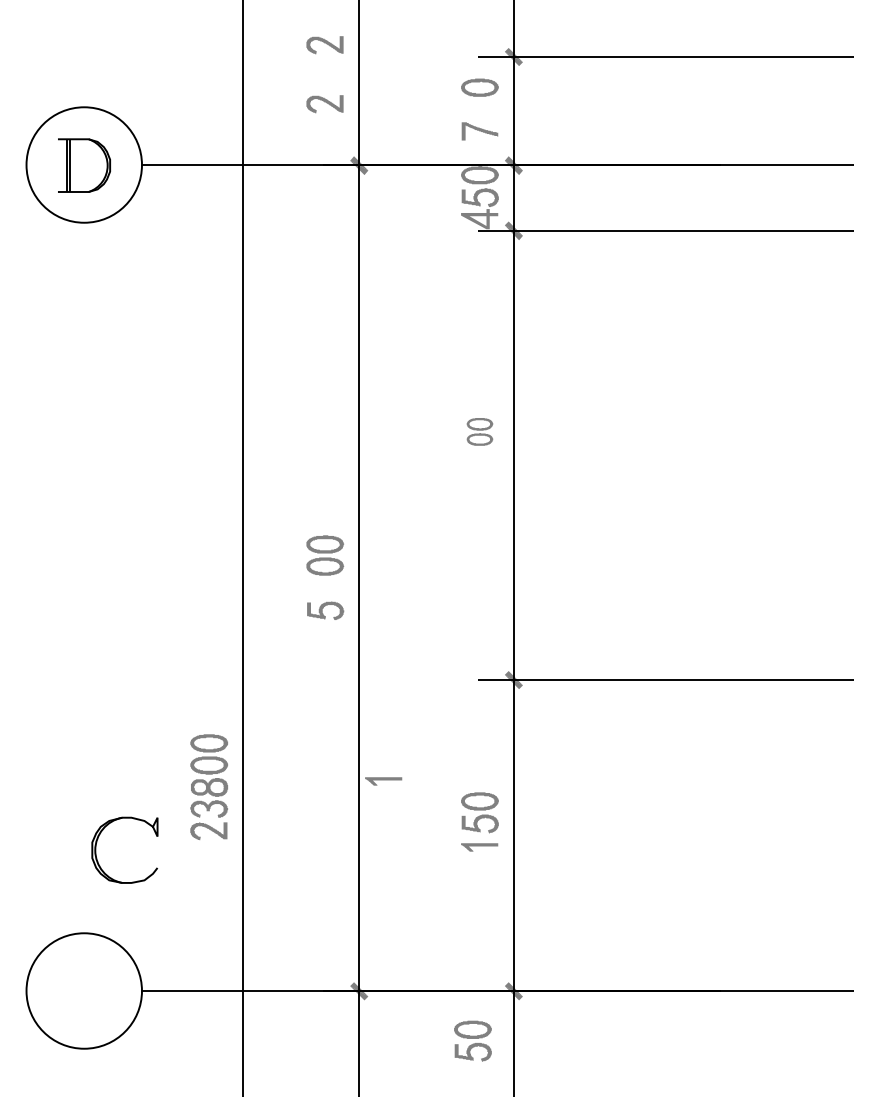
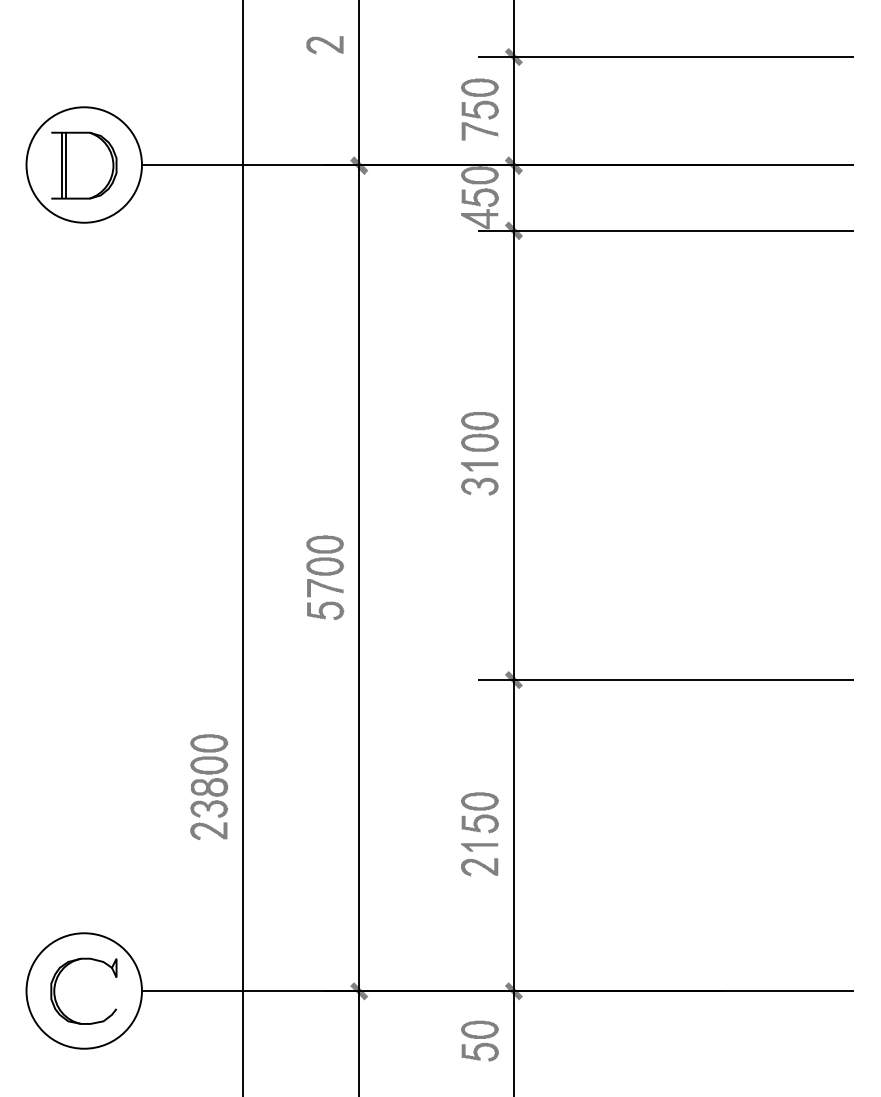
part at (324, 104): present -> none
fill at (479, 109): none -> present
part at (84, 165) size: 53x55 px -> 67x69 px
part at (479, 431) size: 27x28 px -> 38x40 px
part at (479, 478): none -> present
fill at (325, 587): none -> present
part at (383, 781): present -> none
part at (98, 839) position: (98, 839) -> (57, 980)
fill at (479, 867): none -> present
part at (472, 1040) position: (472, 1040) -> (479, 1040)
